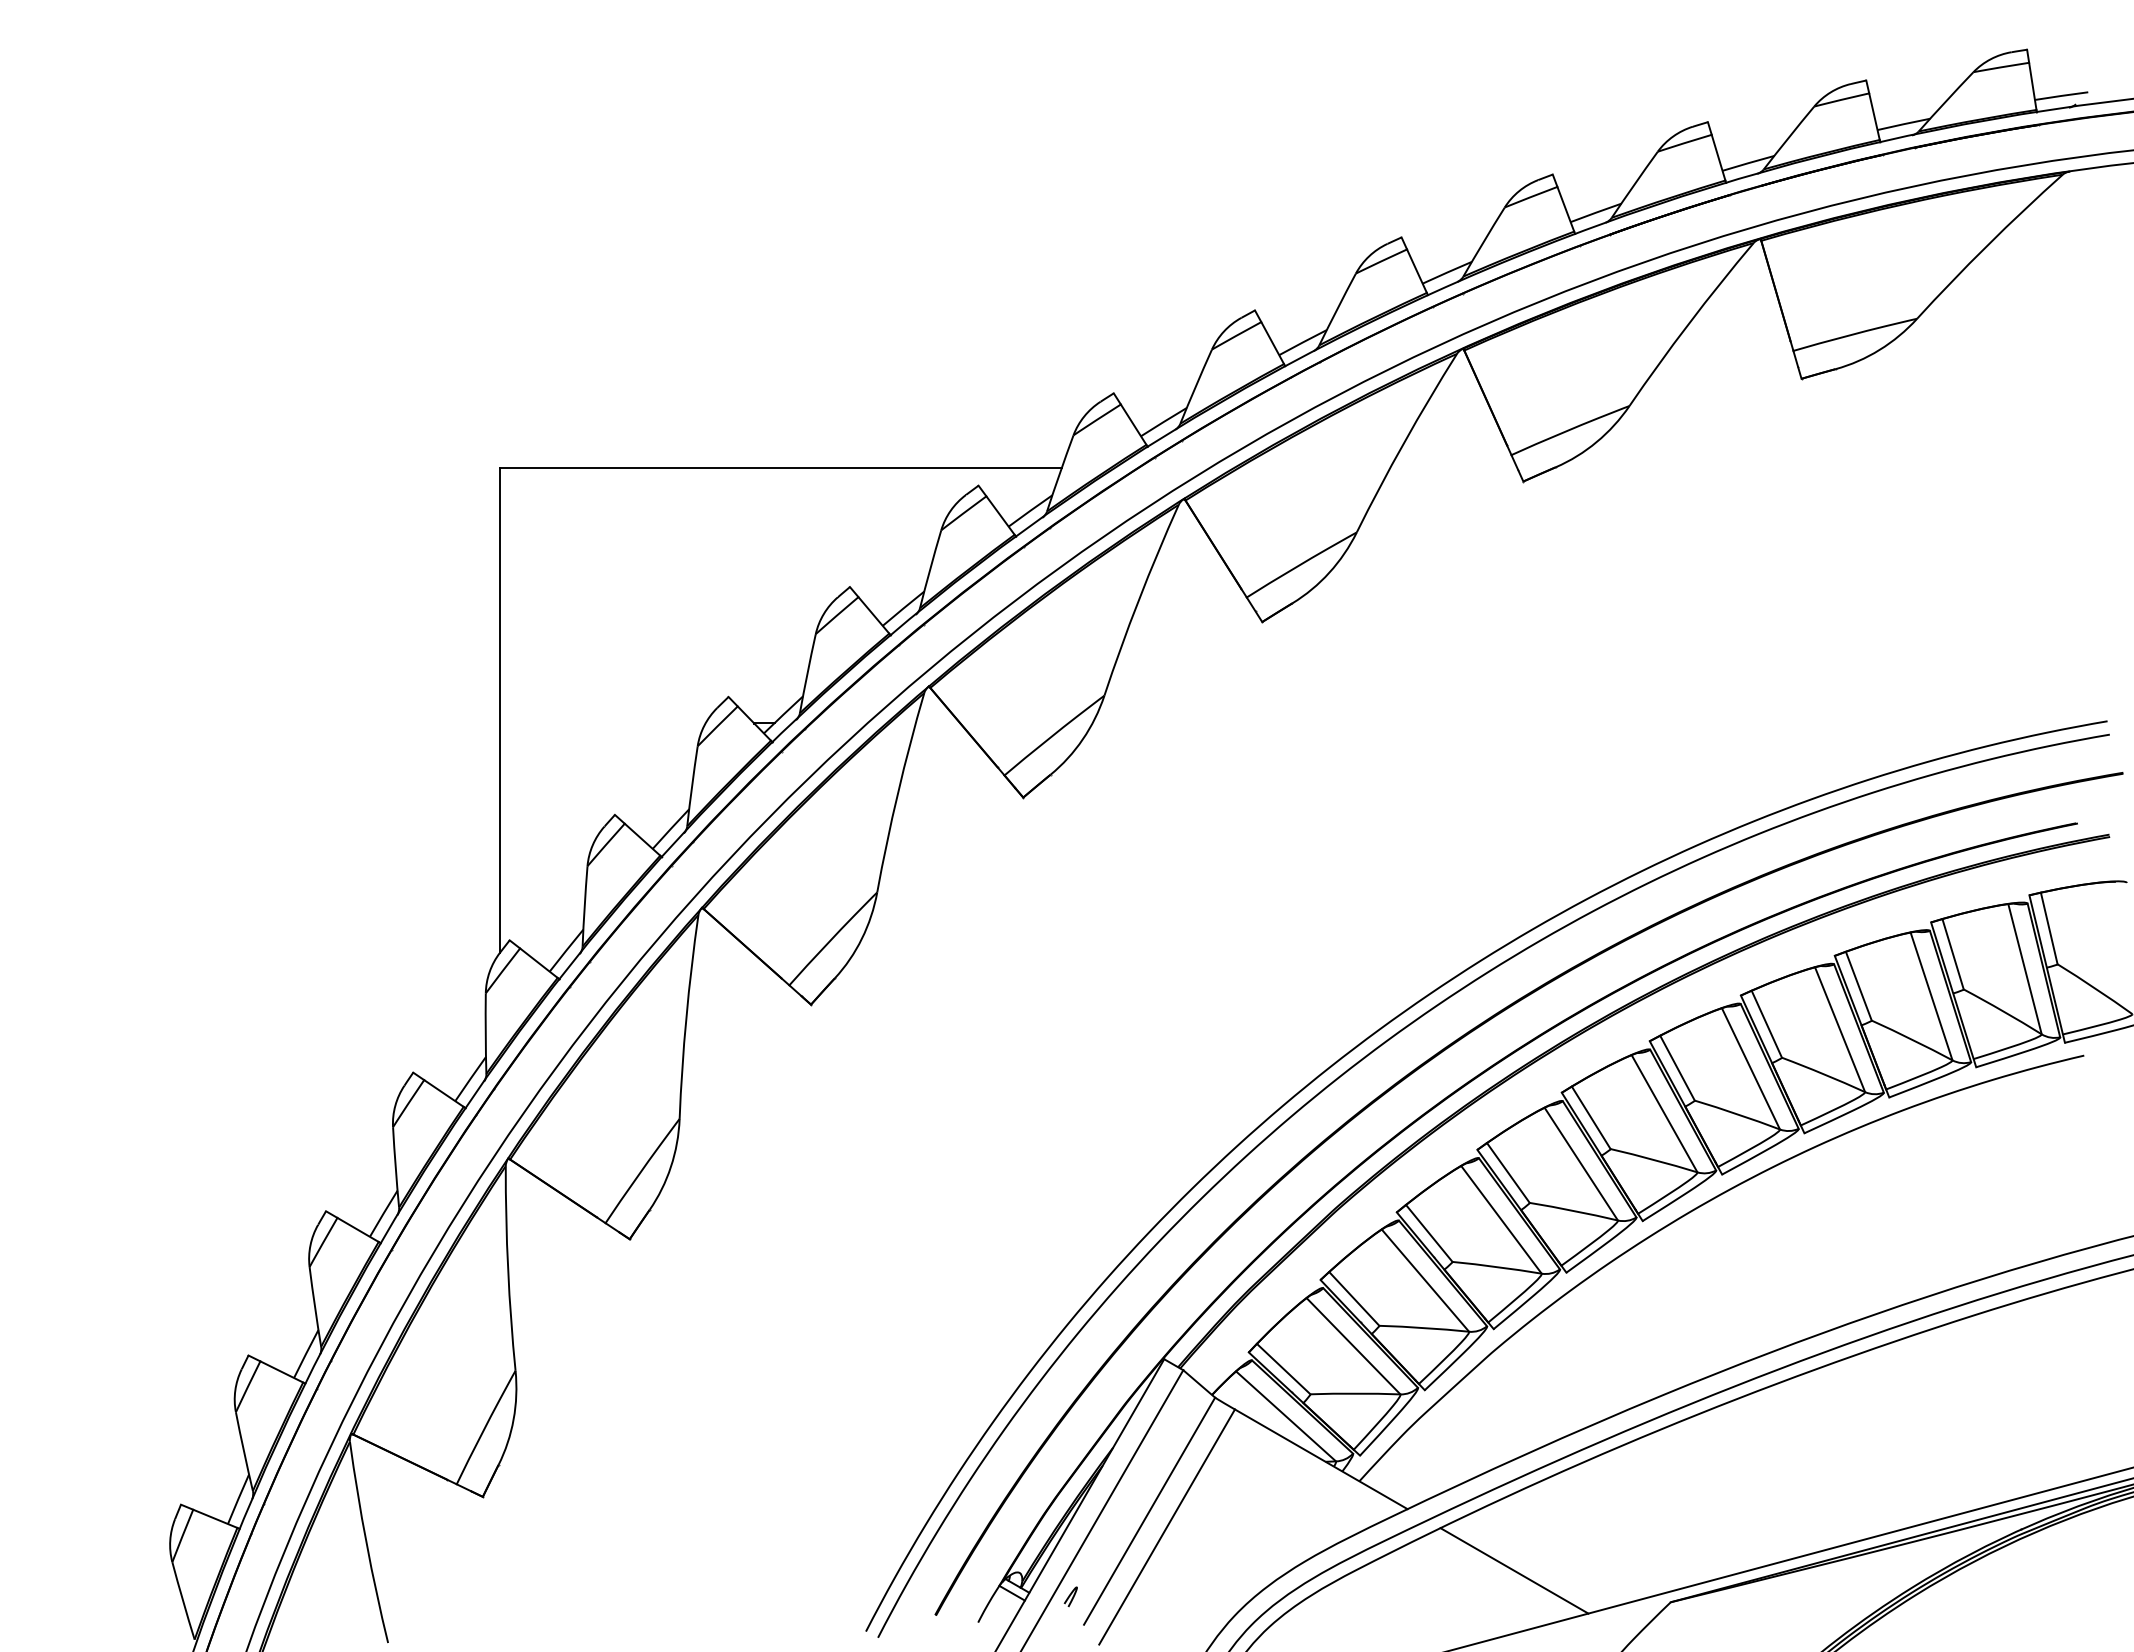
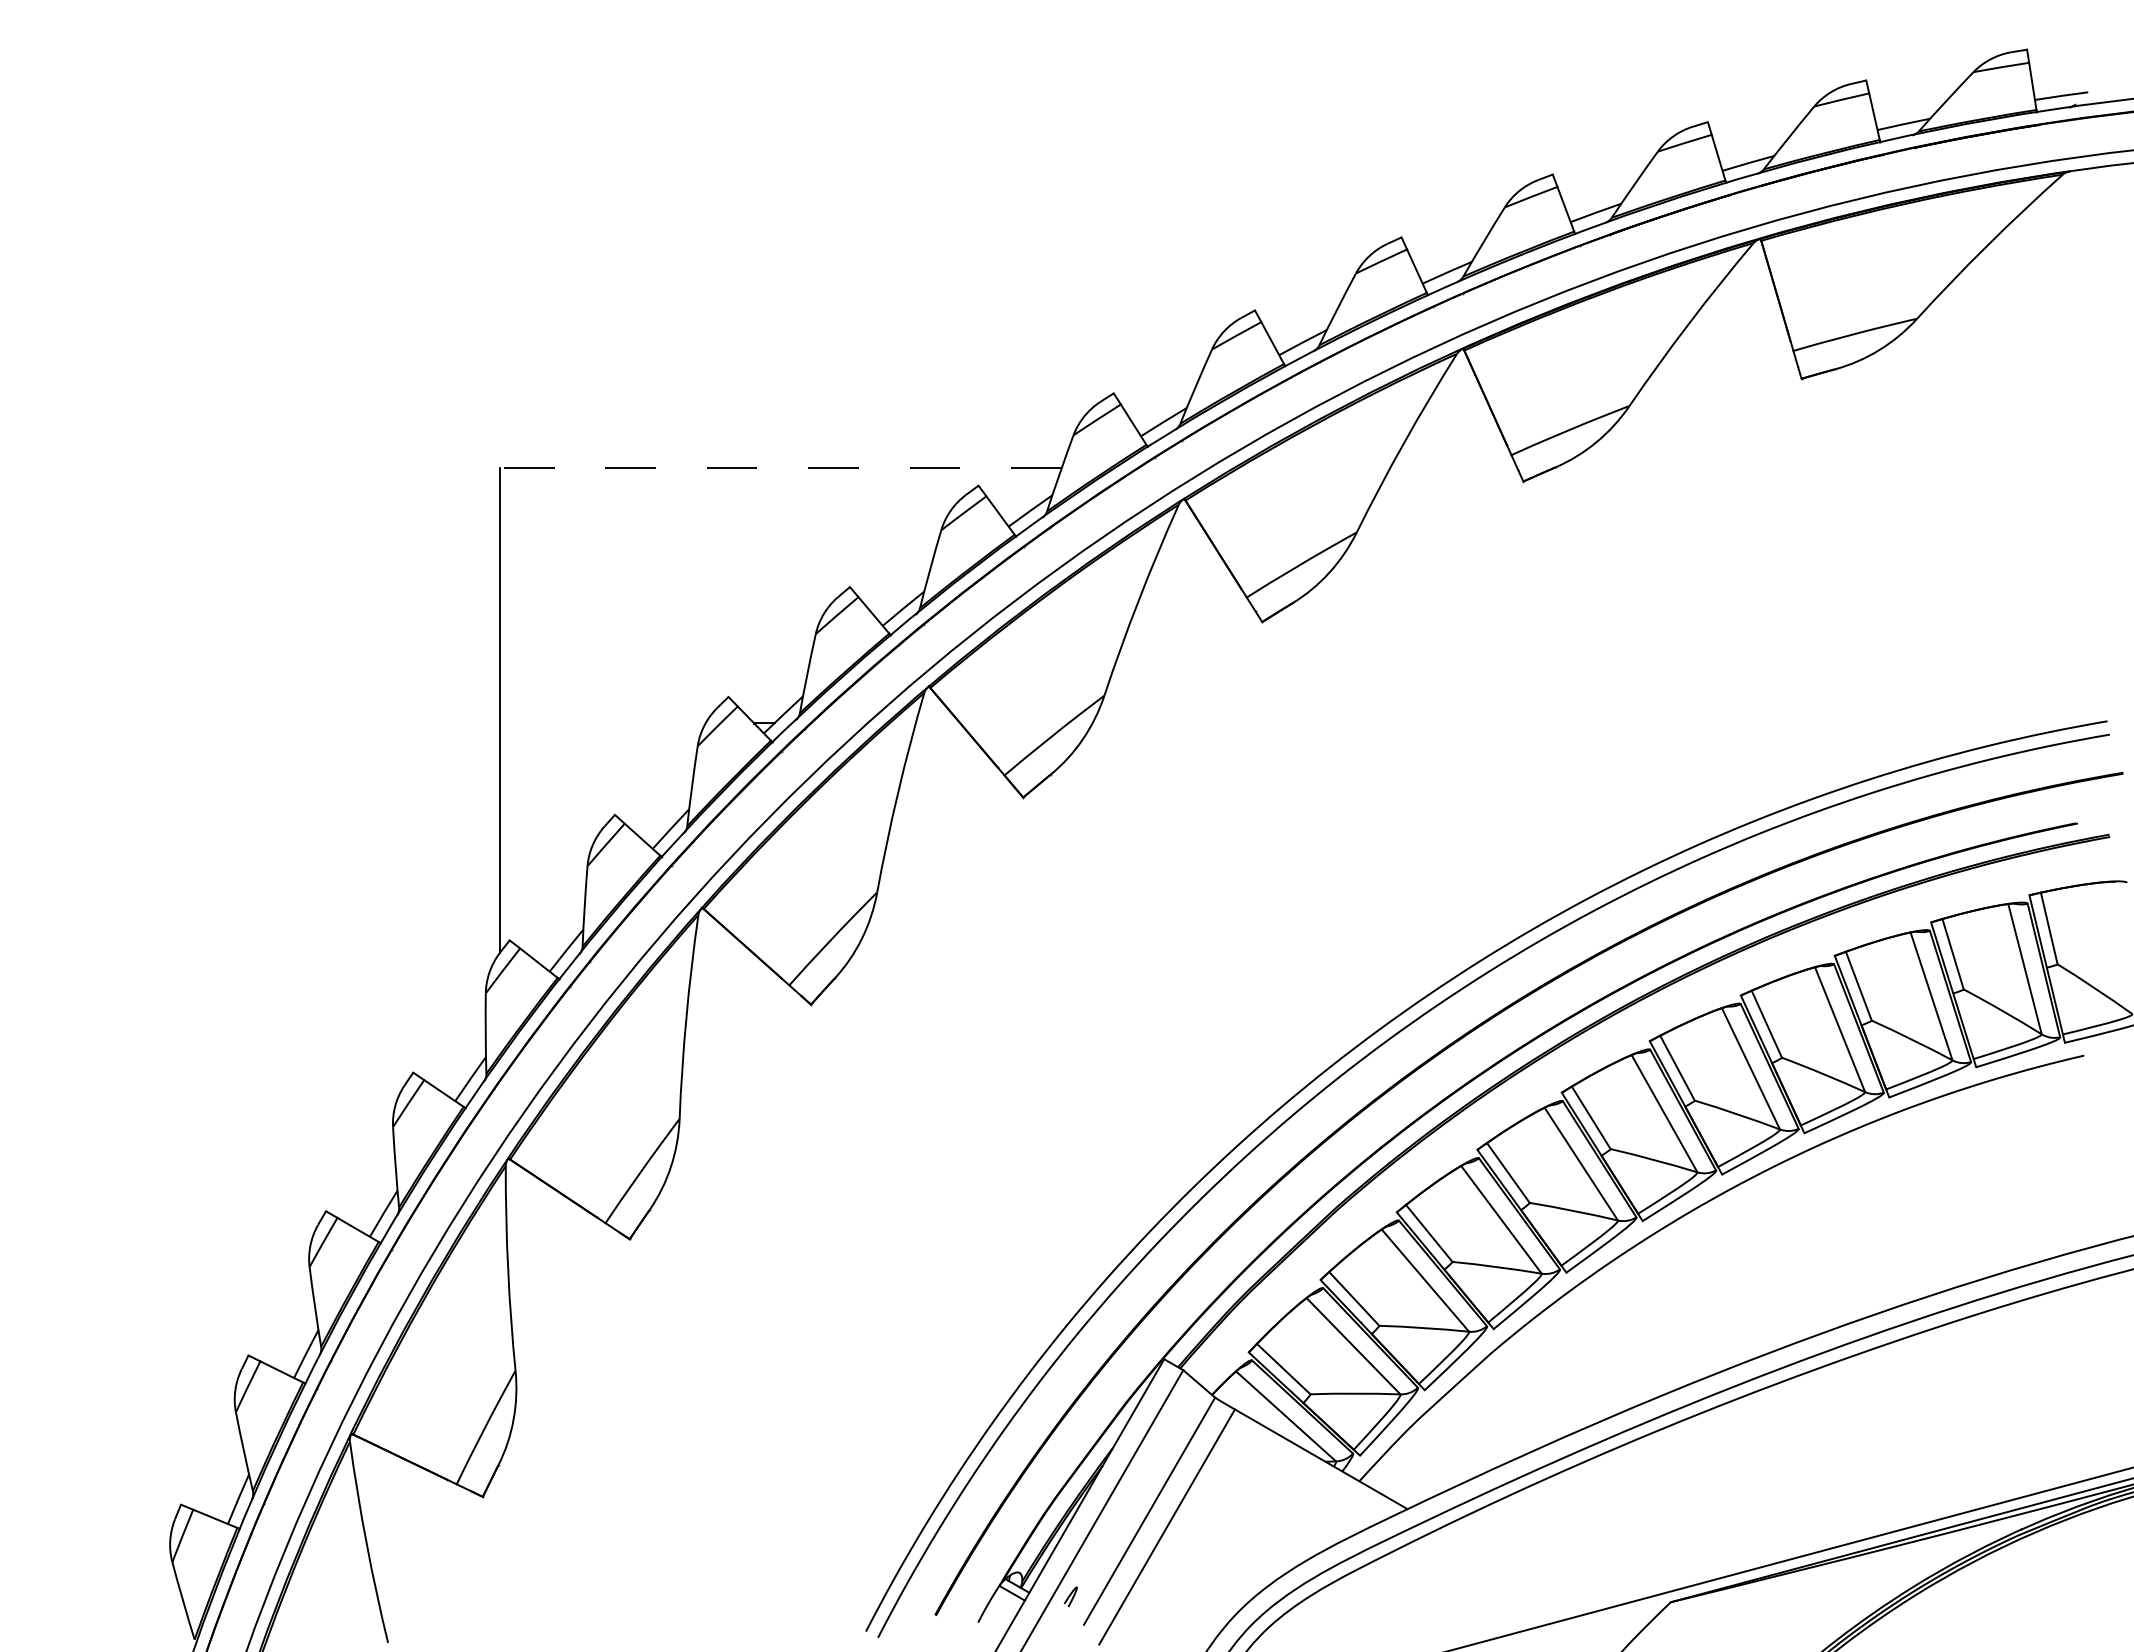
line at (780, 468): solid -> dashed
line at (1514, 1570): present -> none
